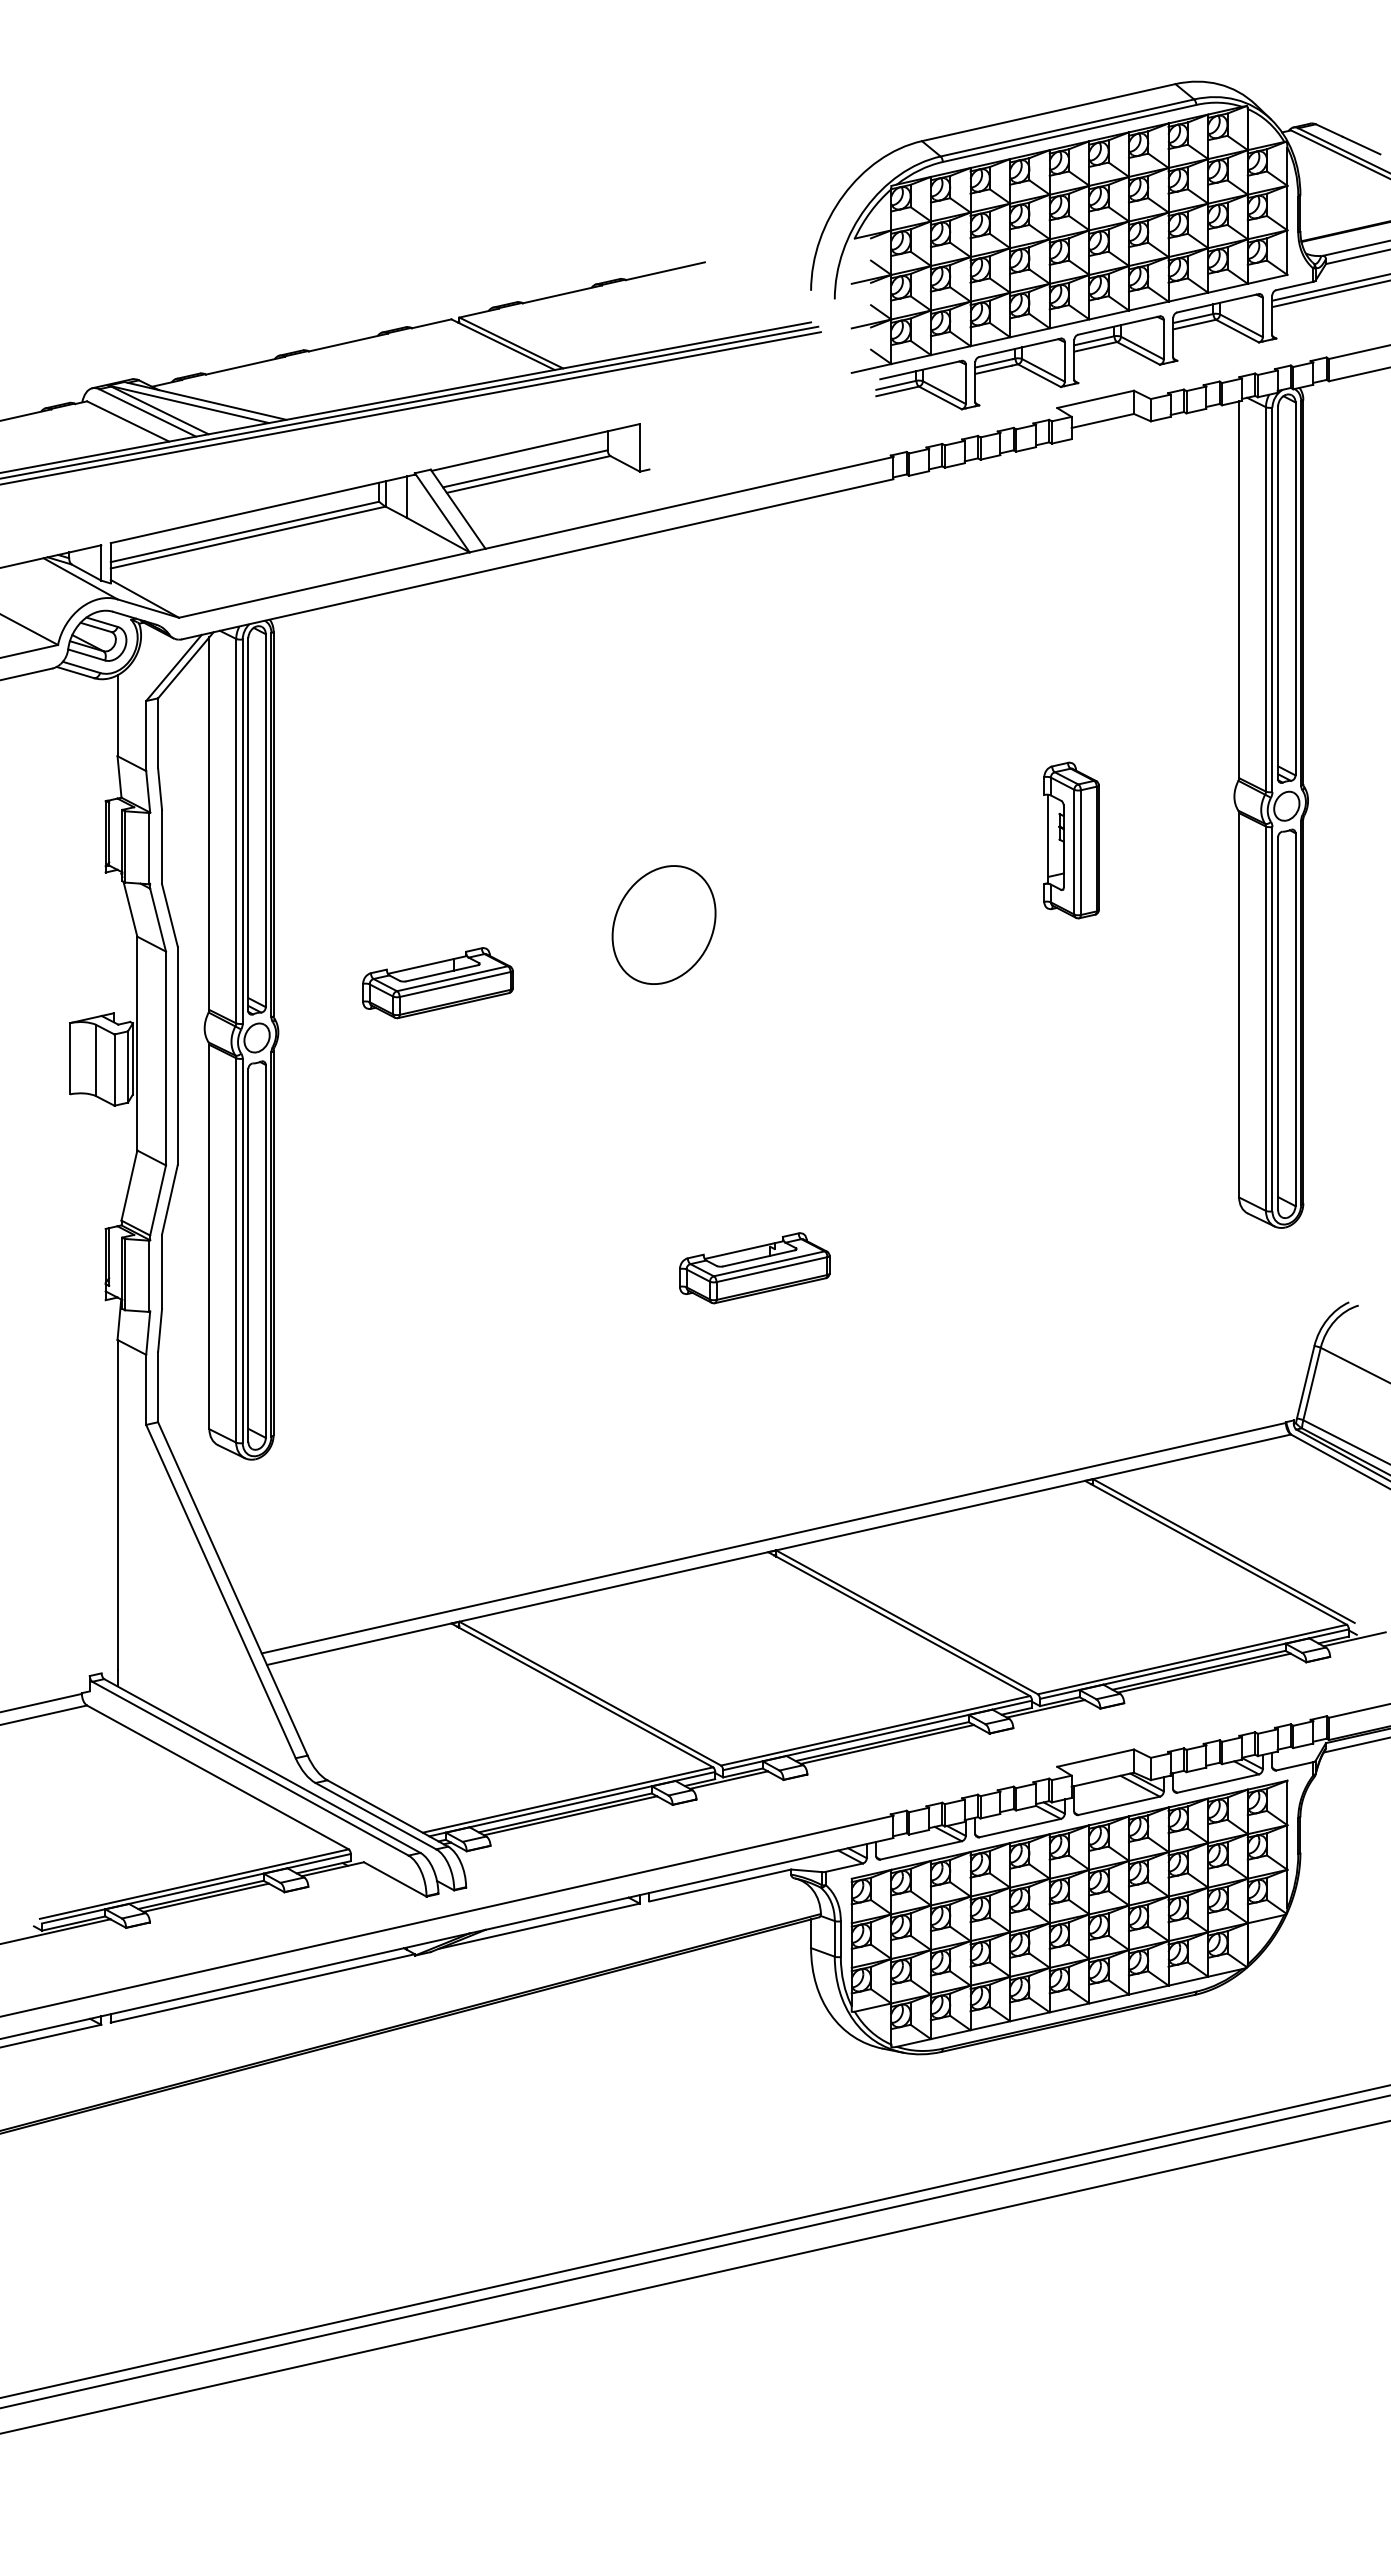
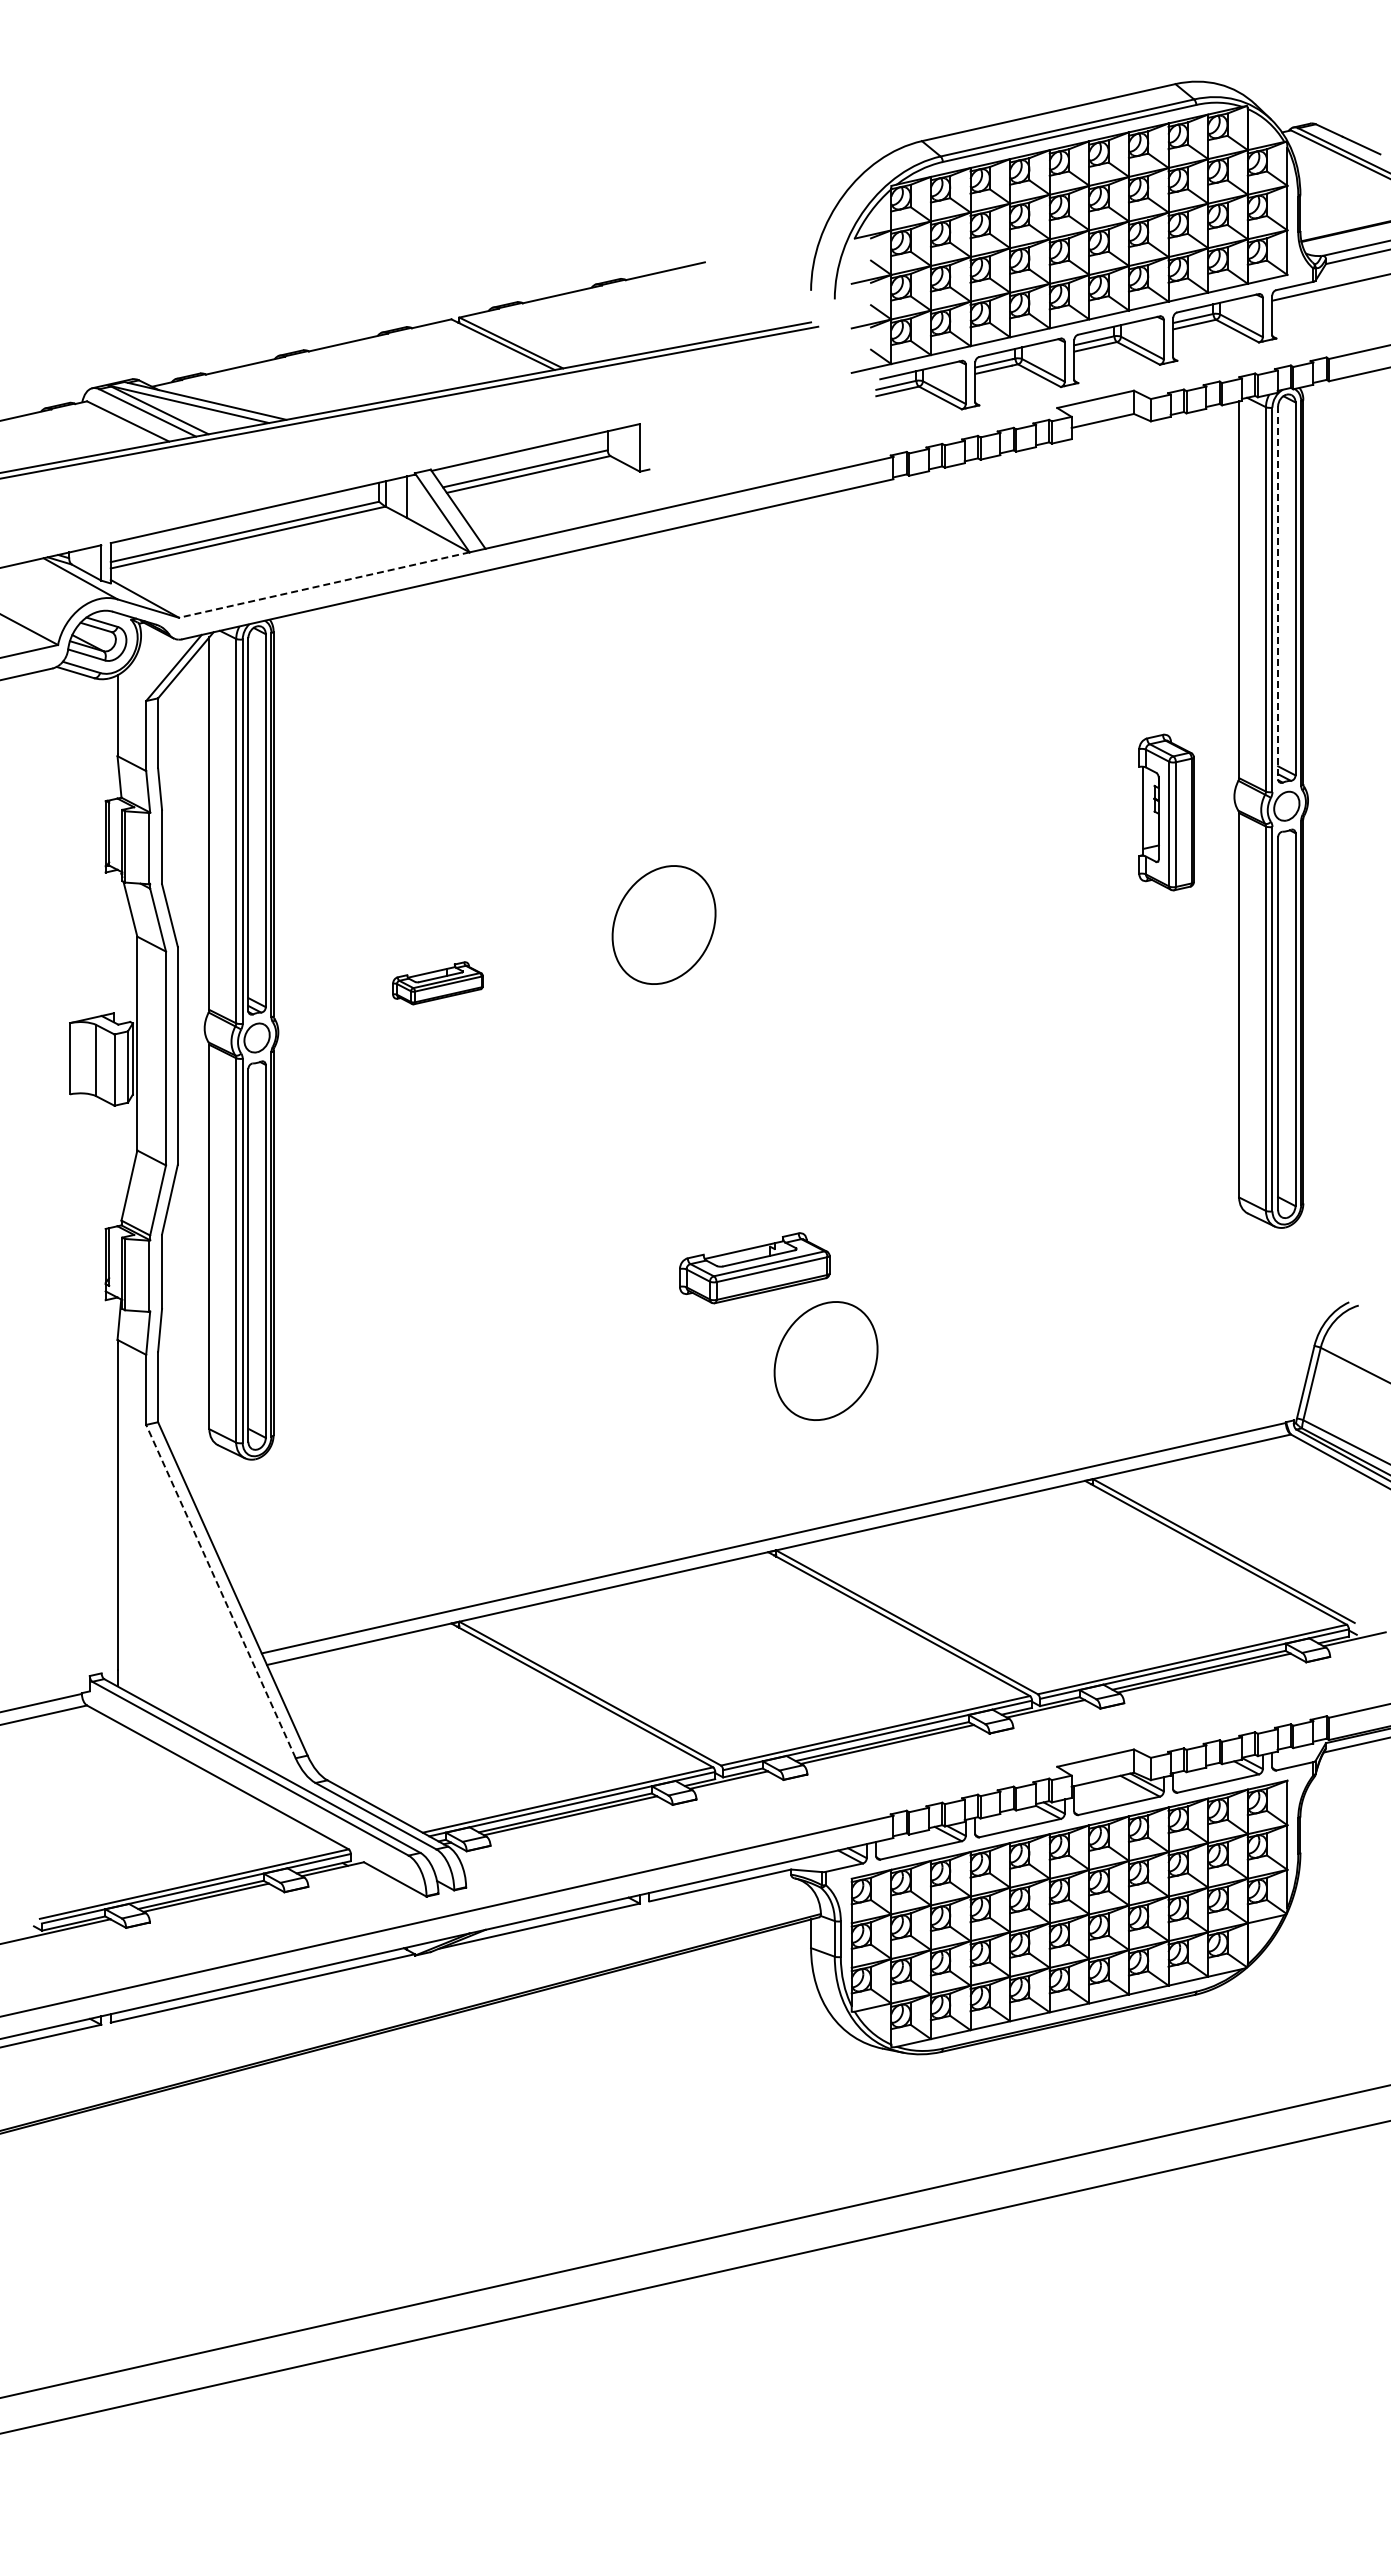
line at (1329, 294): present -> none
line at (411, 408): present -> none
line at (324, 585): solid -> dashed
line at (1278, 593): solid -> dashed
part at (1071, 840) position: (1071, 840) -> (1166, 812)
part at (437, 983) size: 152x73 px -> 92x45 px
part at (825, 1360): none -> present
line at (220, 1591): solid -> dashed
line at (694, 2251): present -> none
